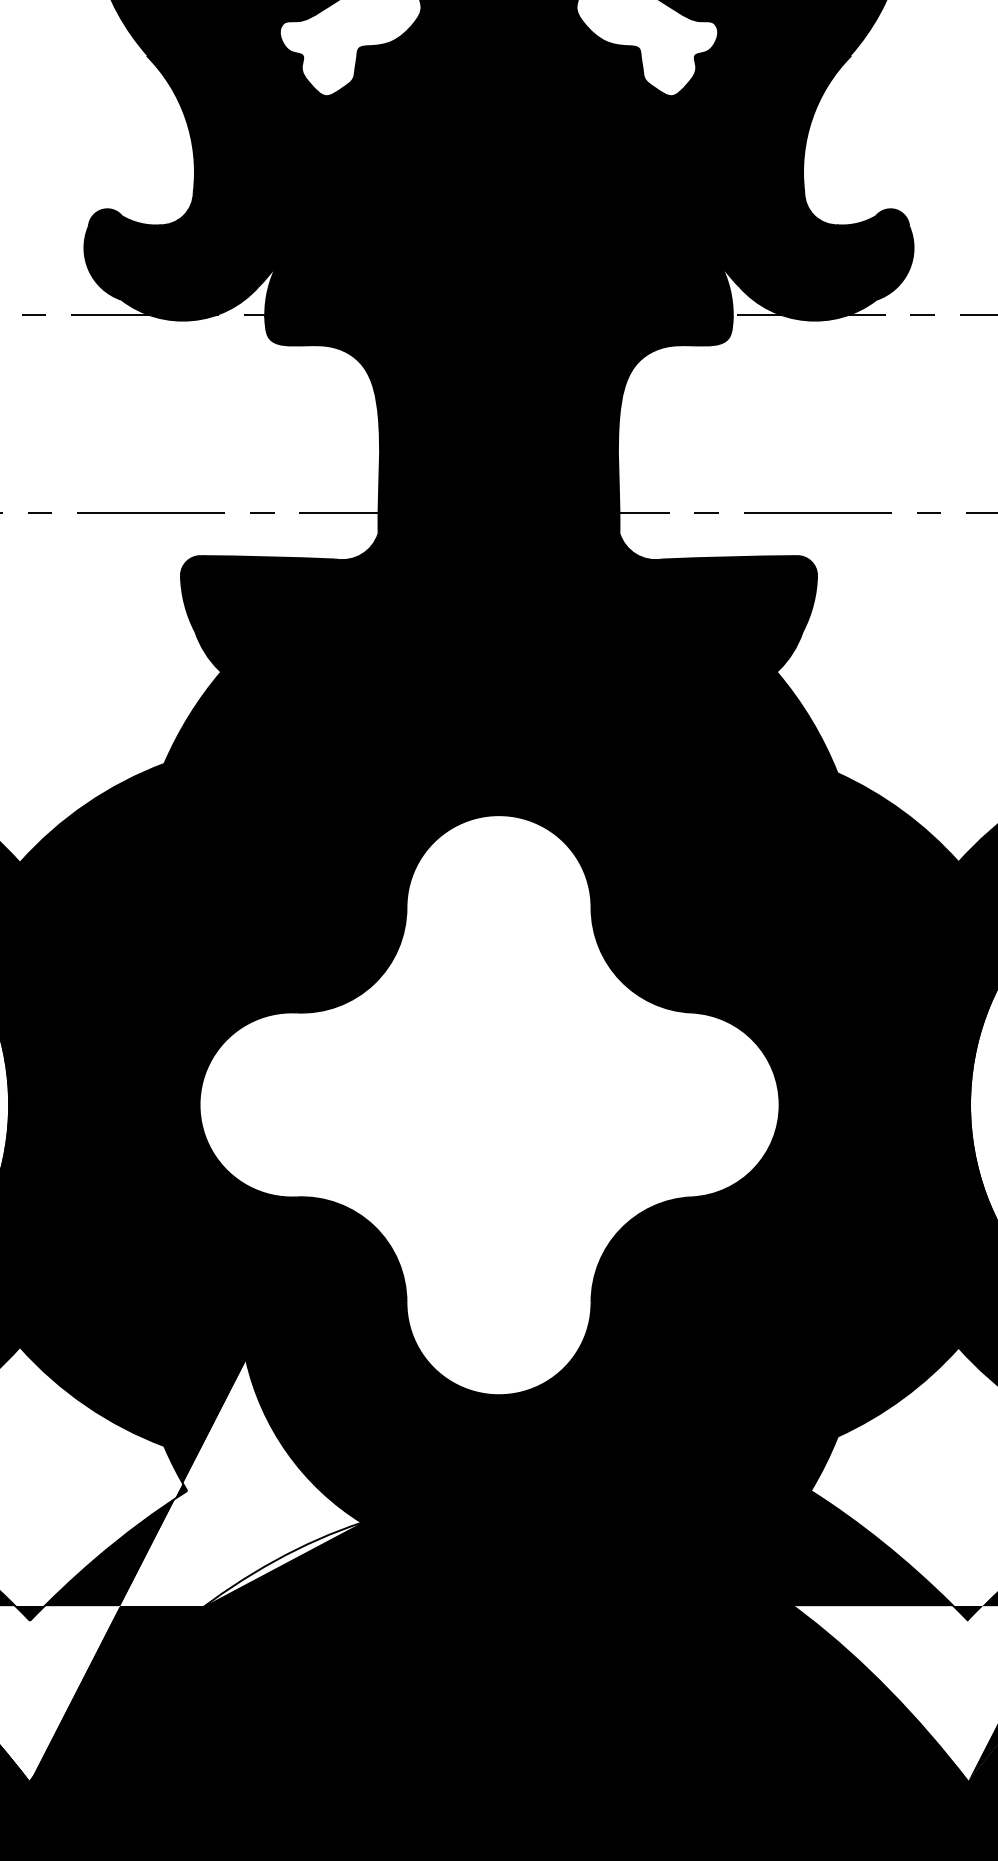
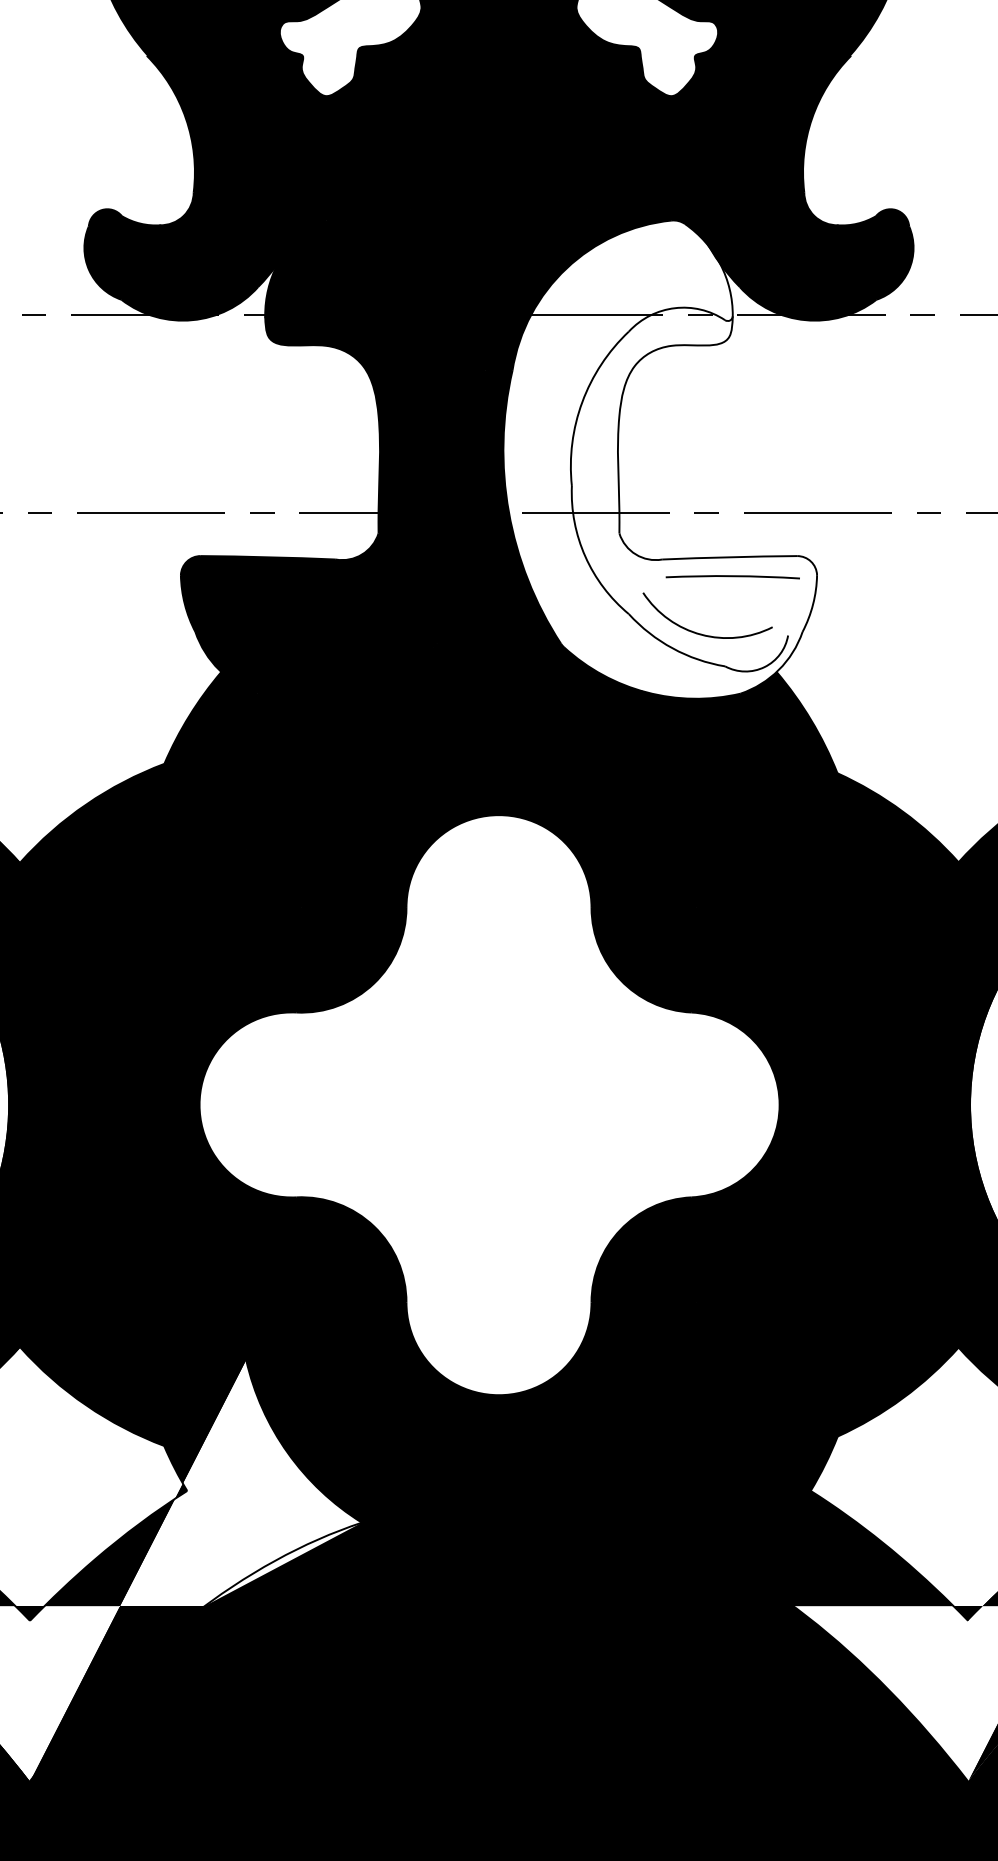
fill at (660, 459): present -> none
